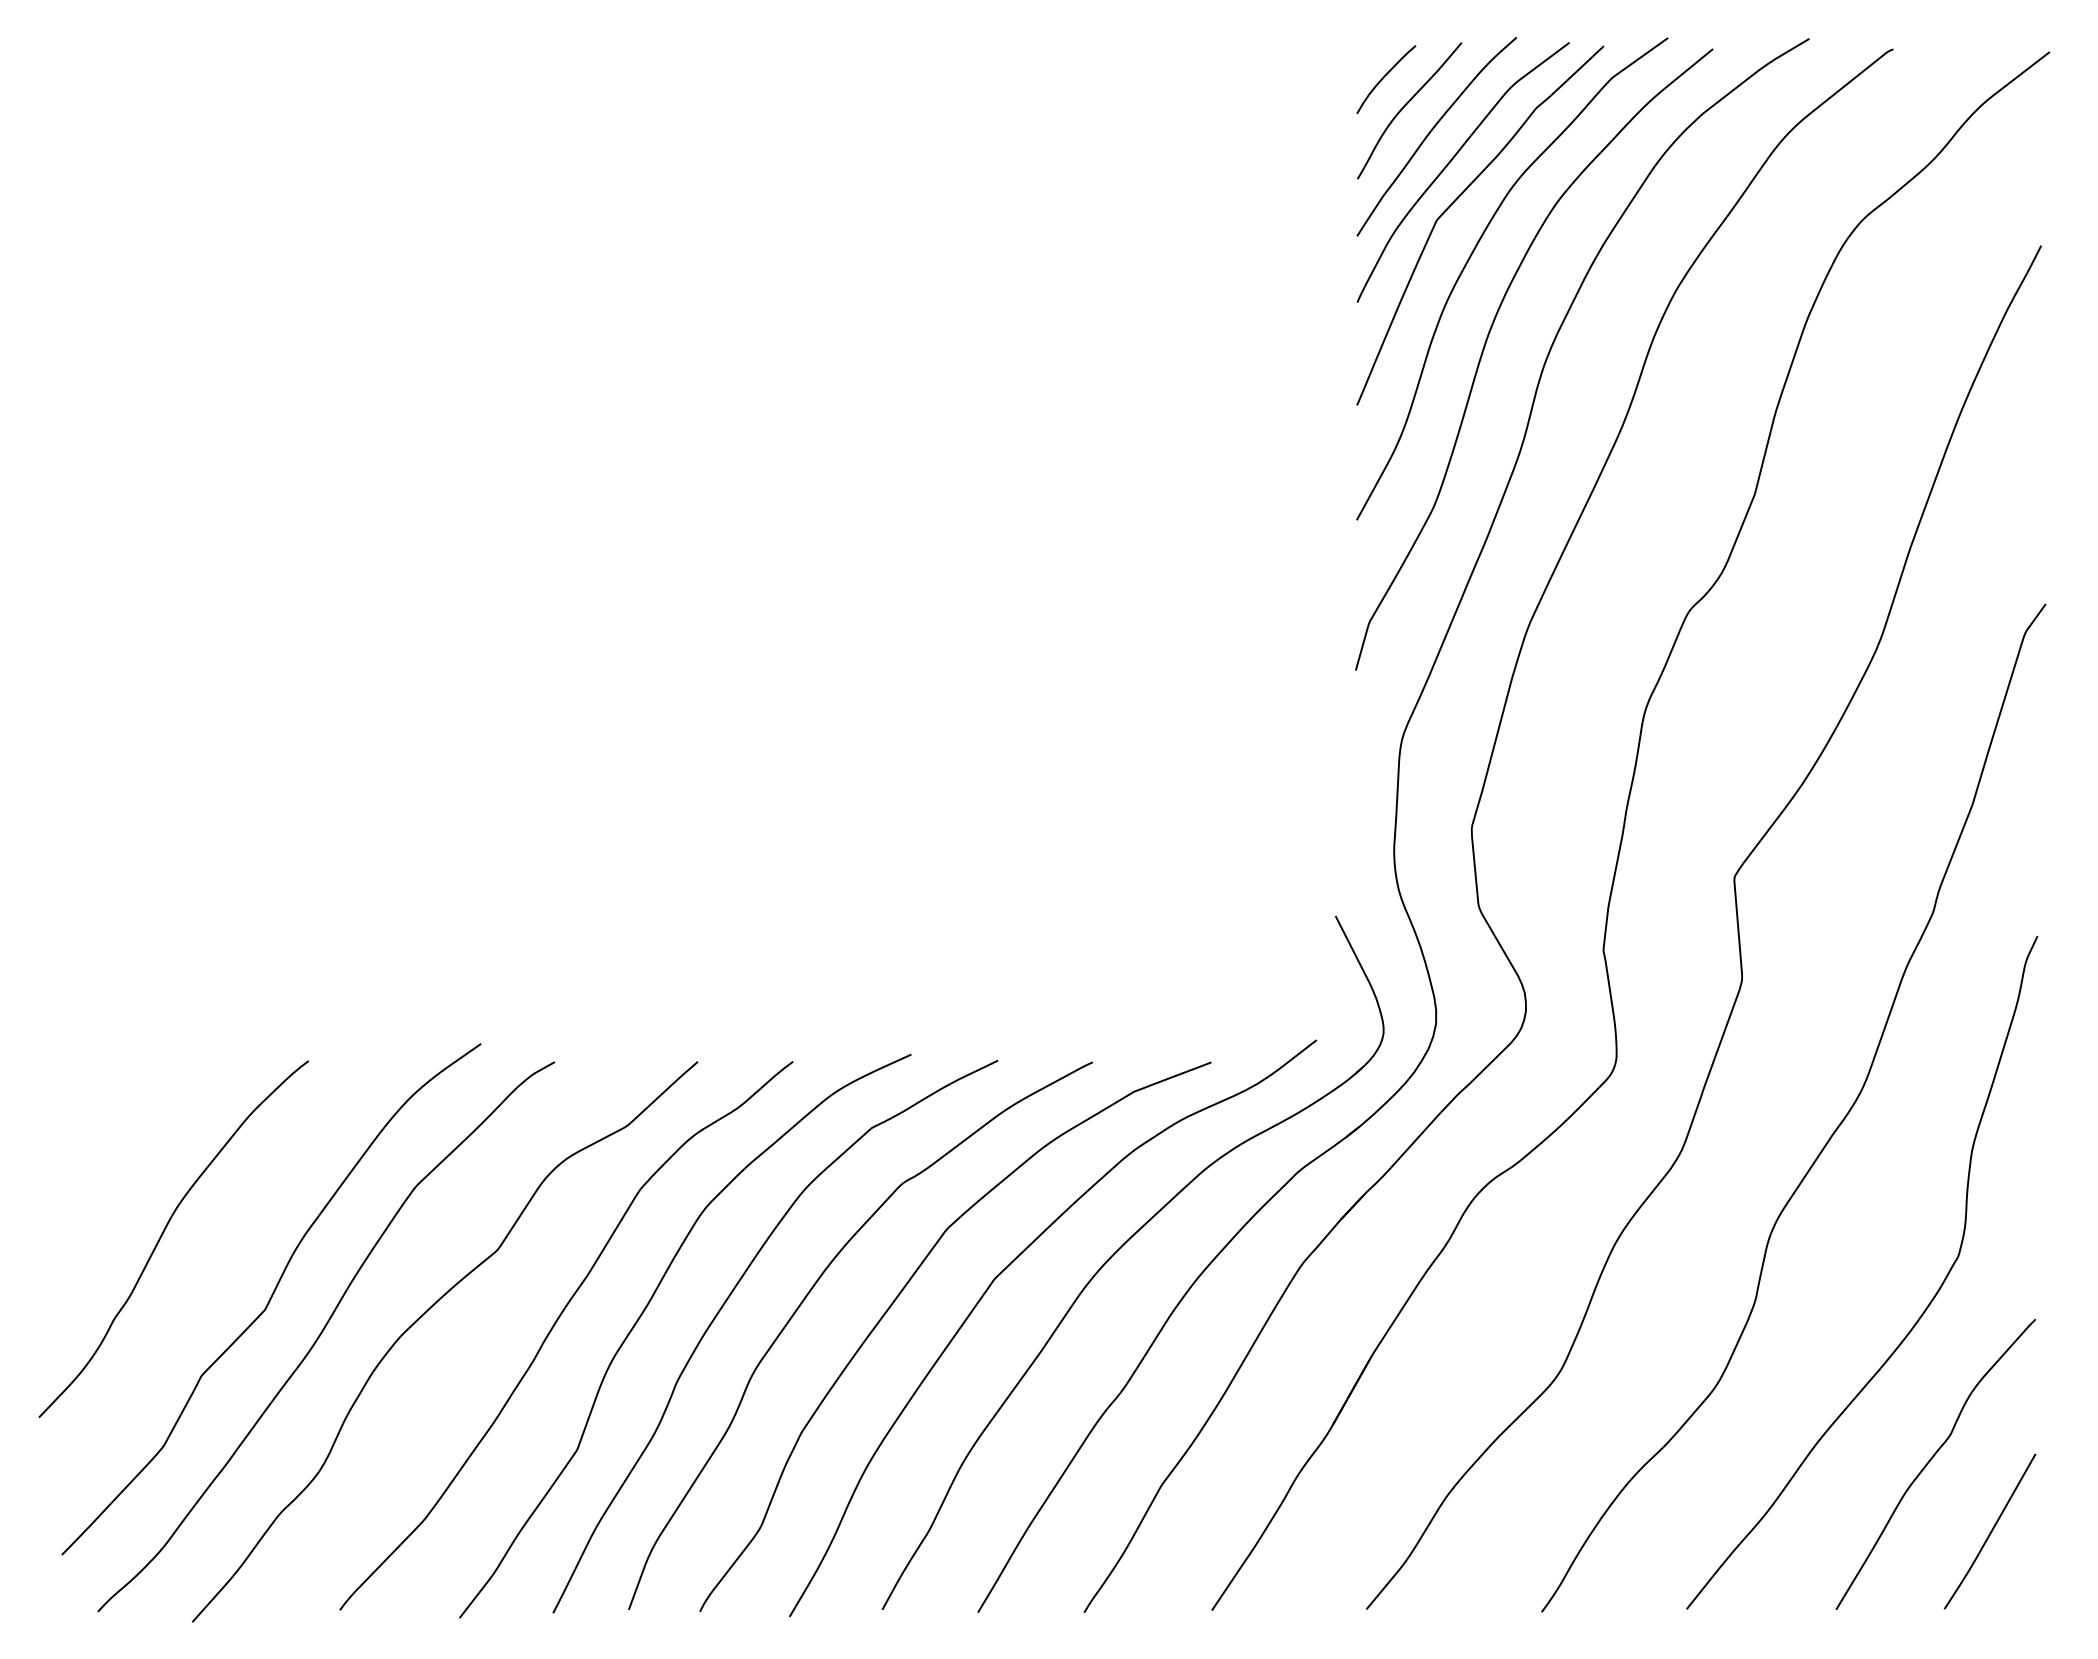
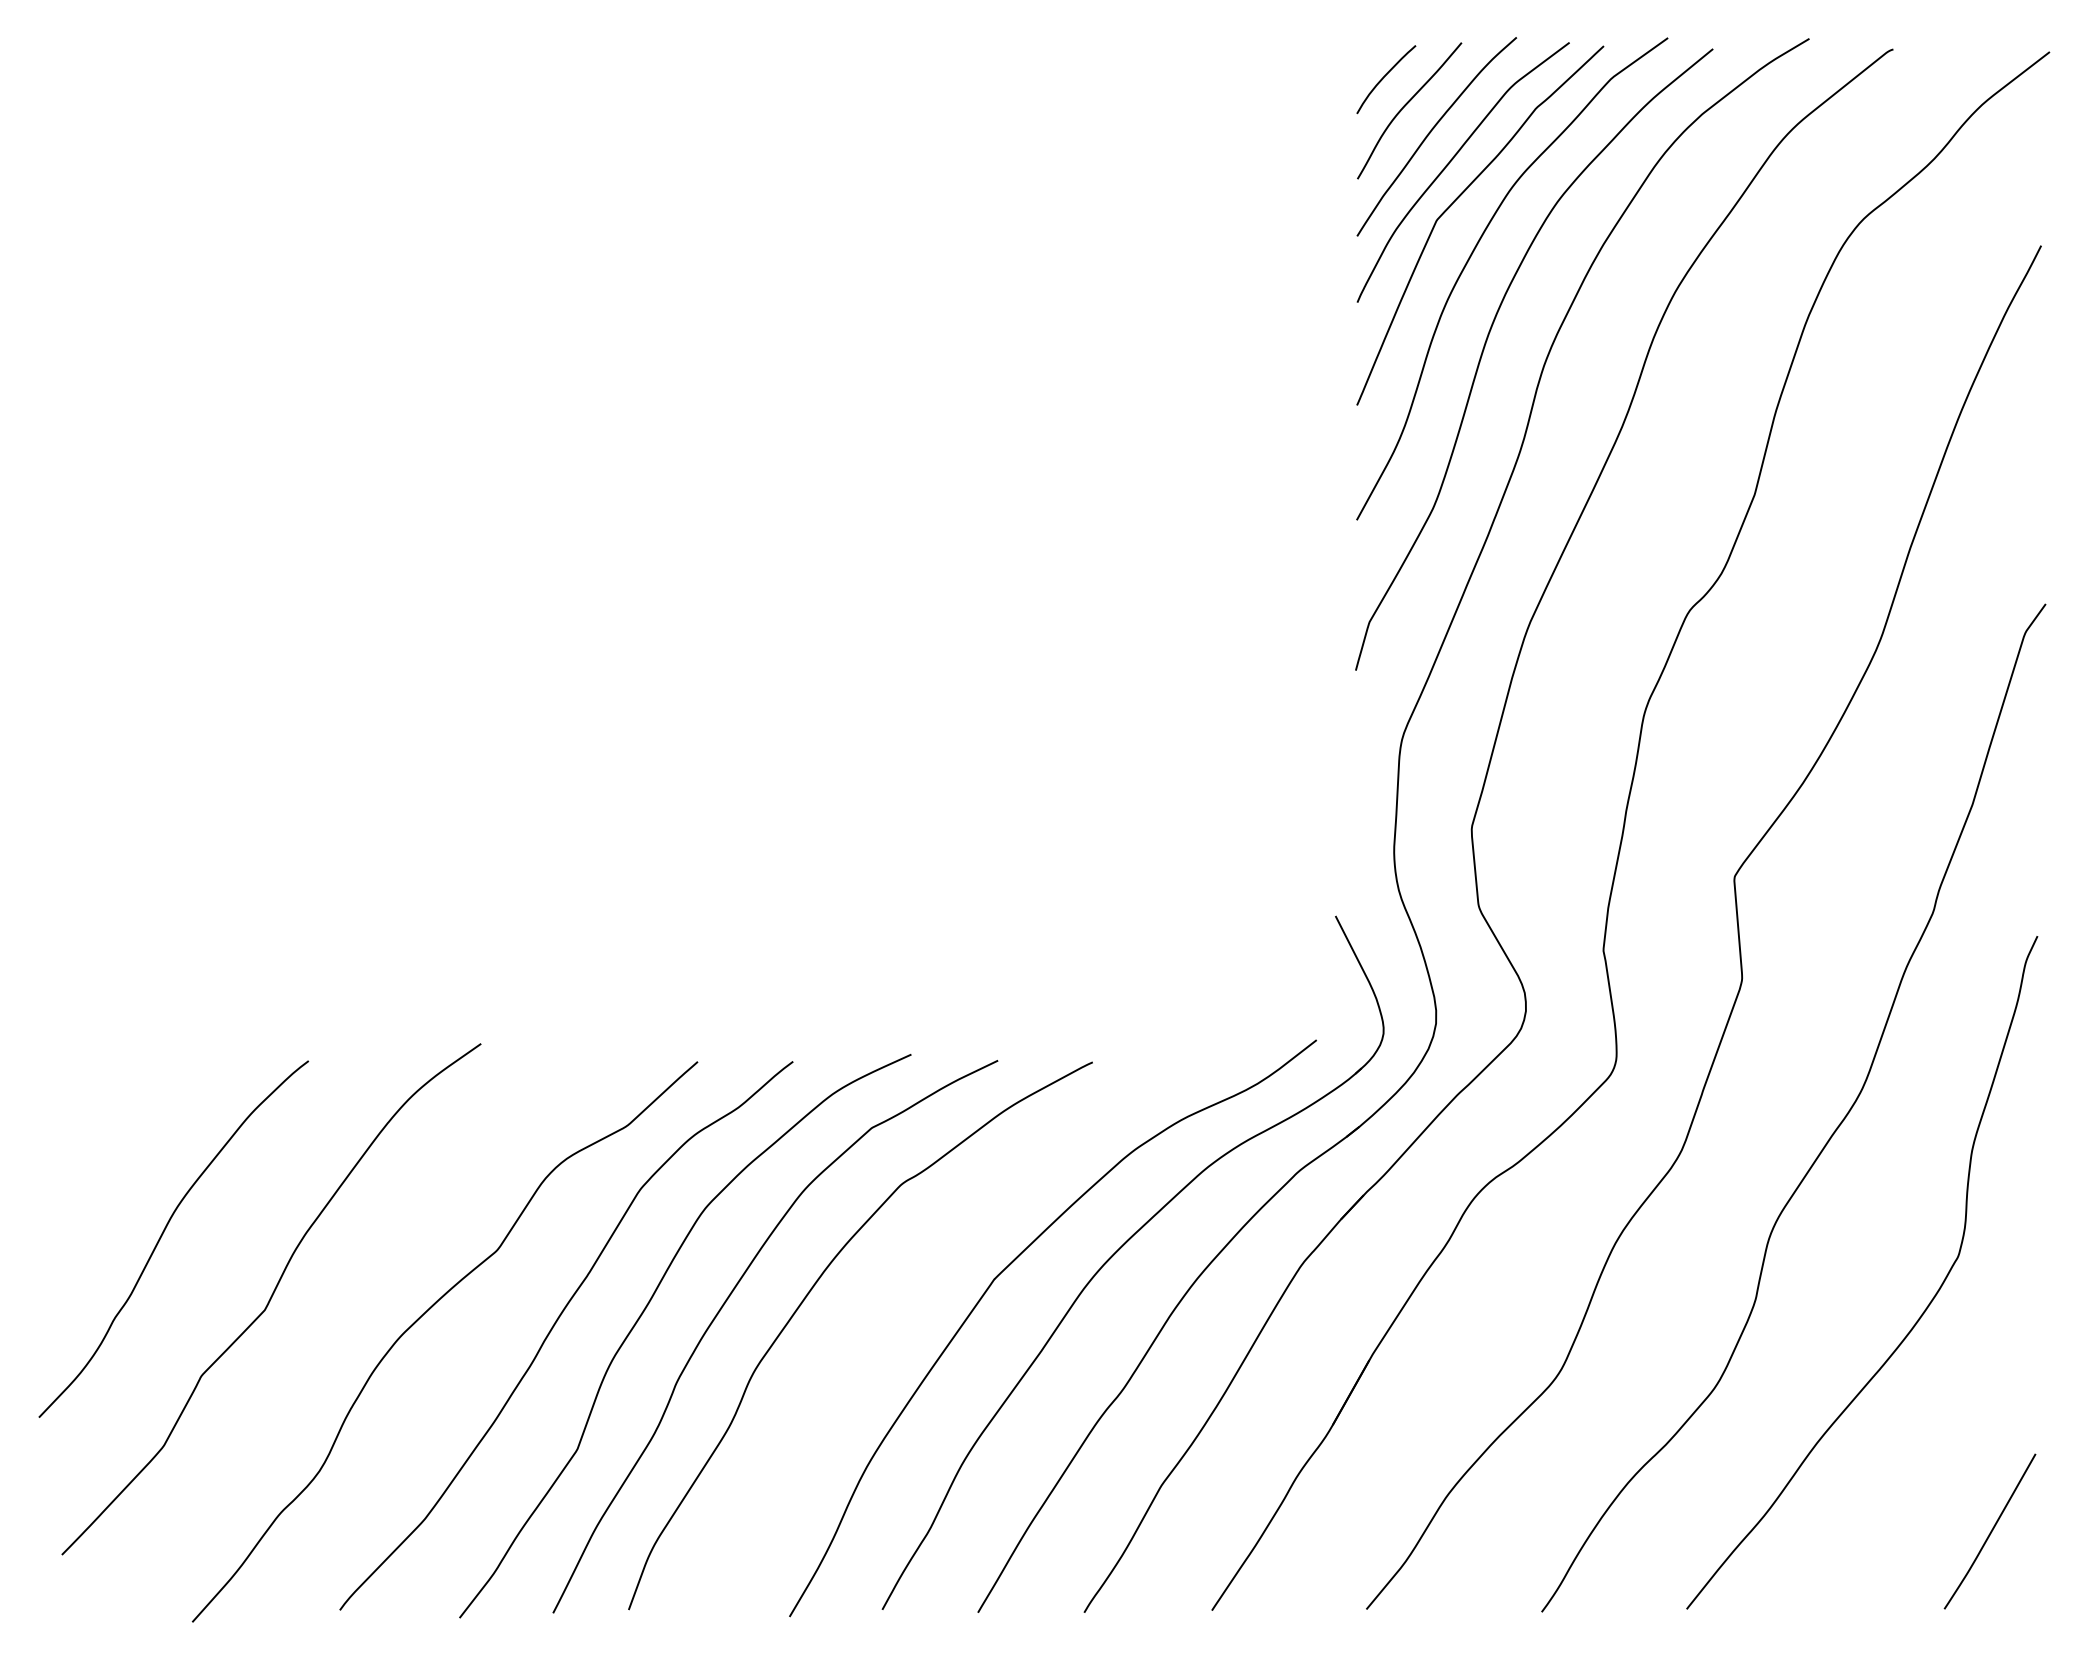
curve at (901, 1293): present -> none
curve at (322, 1333): present -> none
curve at (1932, 1459): present -> none
